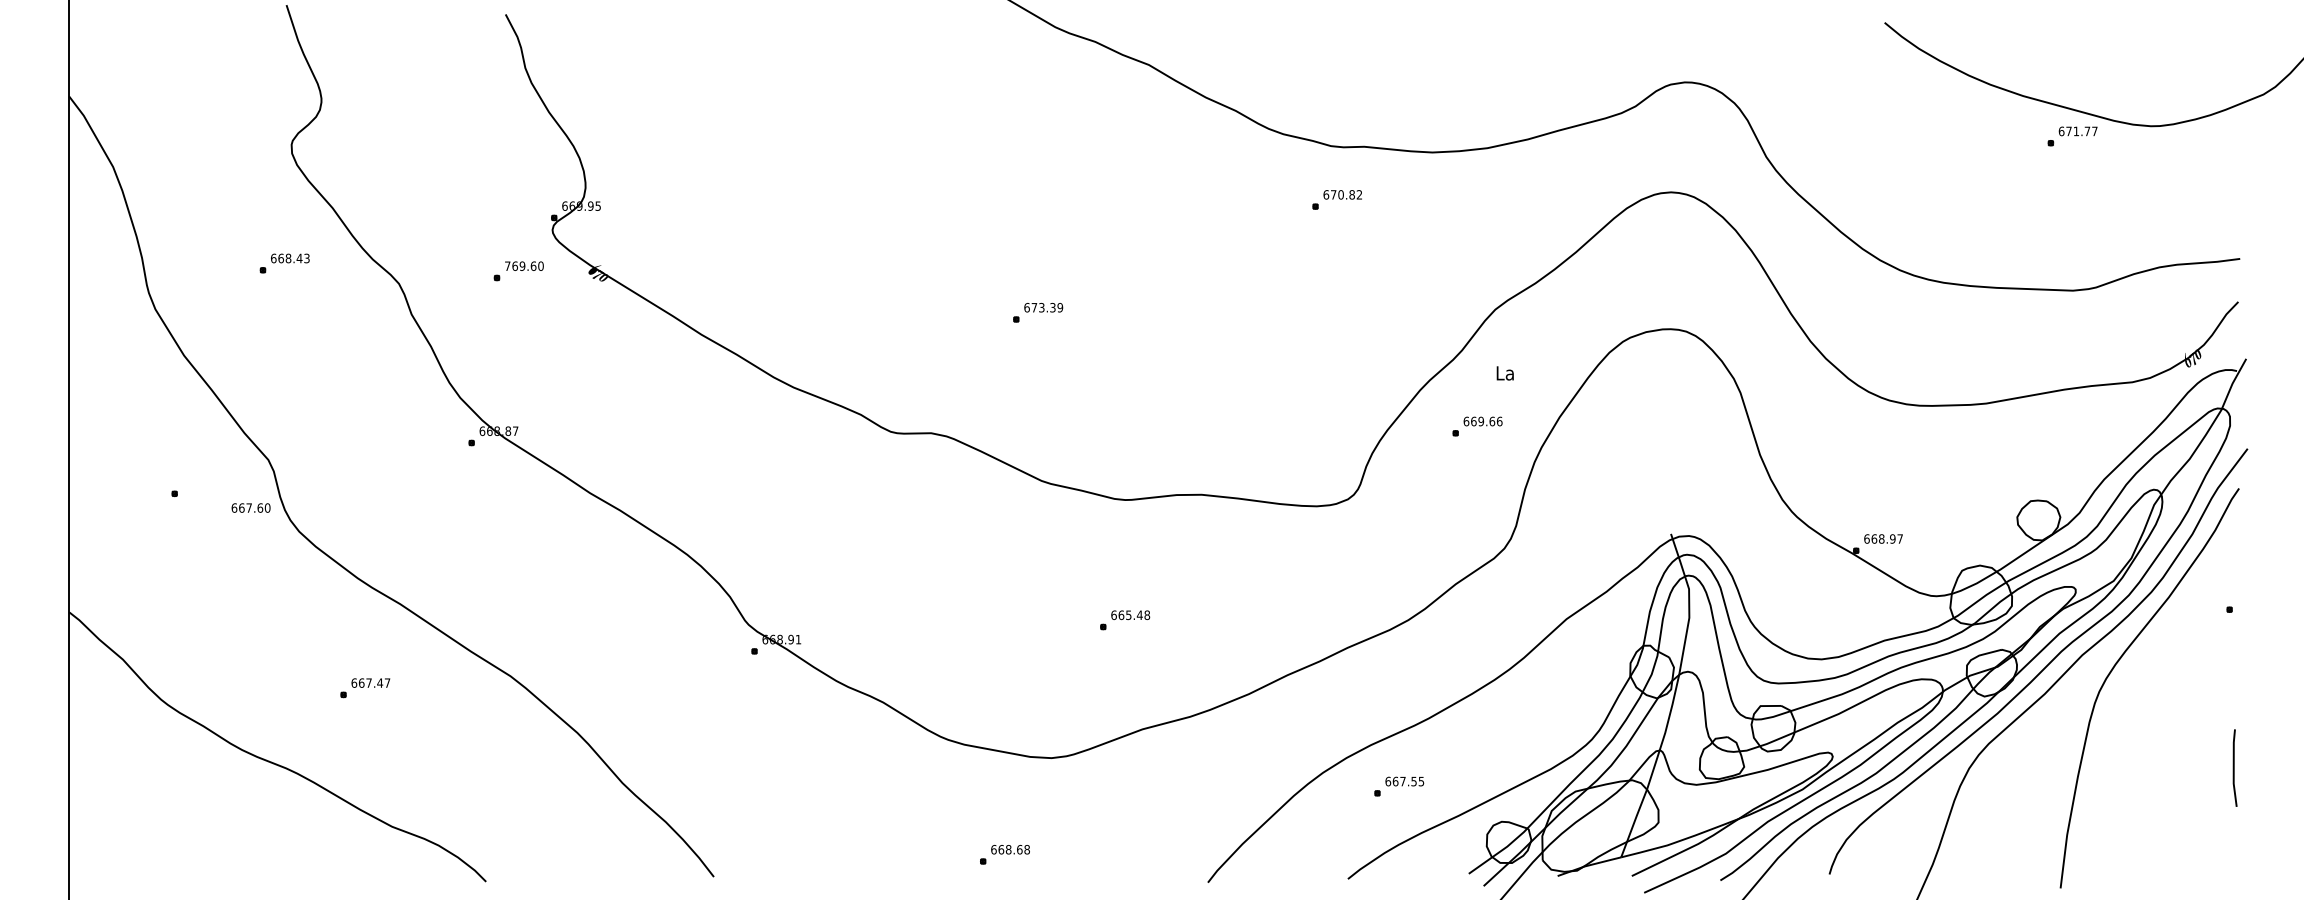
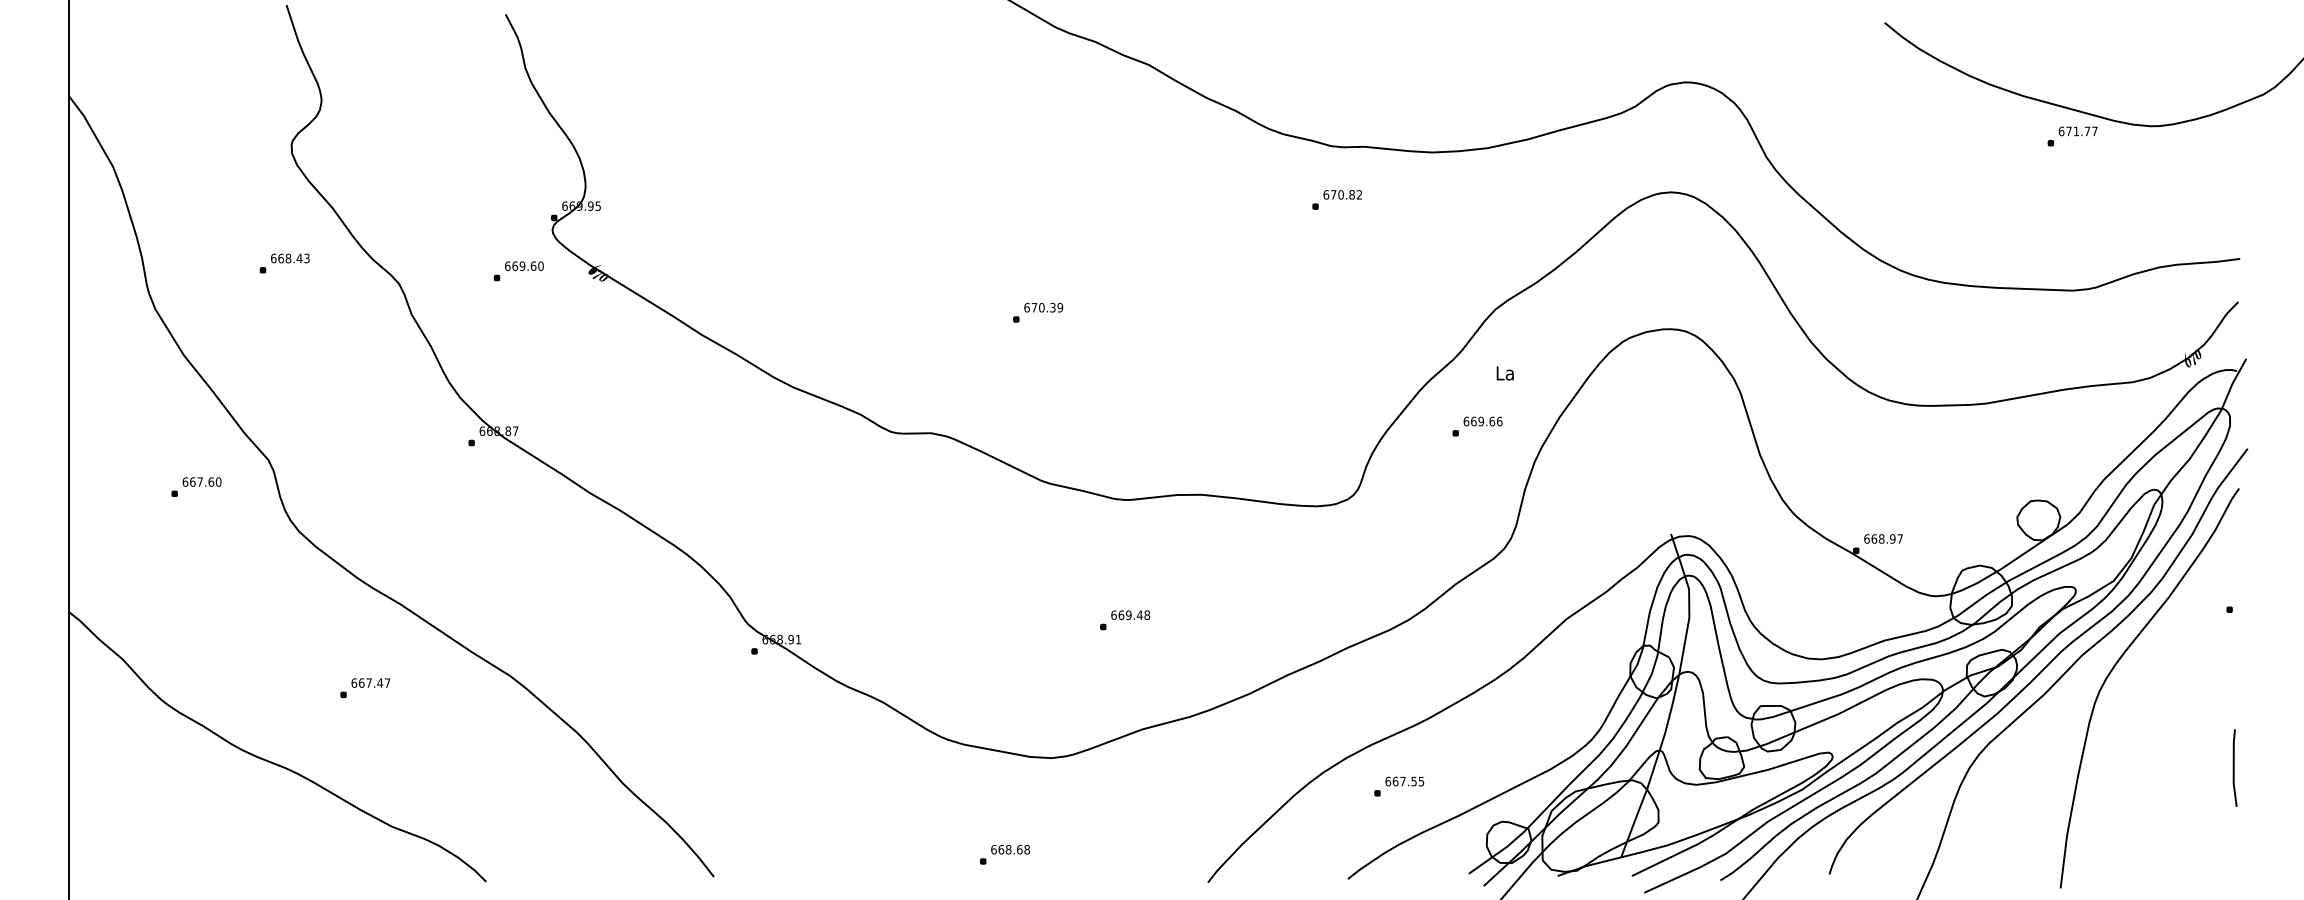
text at (507, 265): 769.60 -> 669.60
text at (1041, 307): 673.39 -> 670.39
text at (250, 507) position: (250, 507) -> (201, 481)
text at (1128, 614): 665.48 -> 669.48
